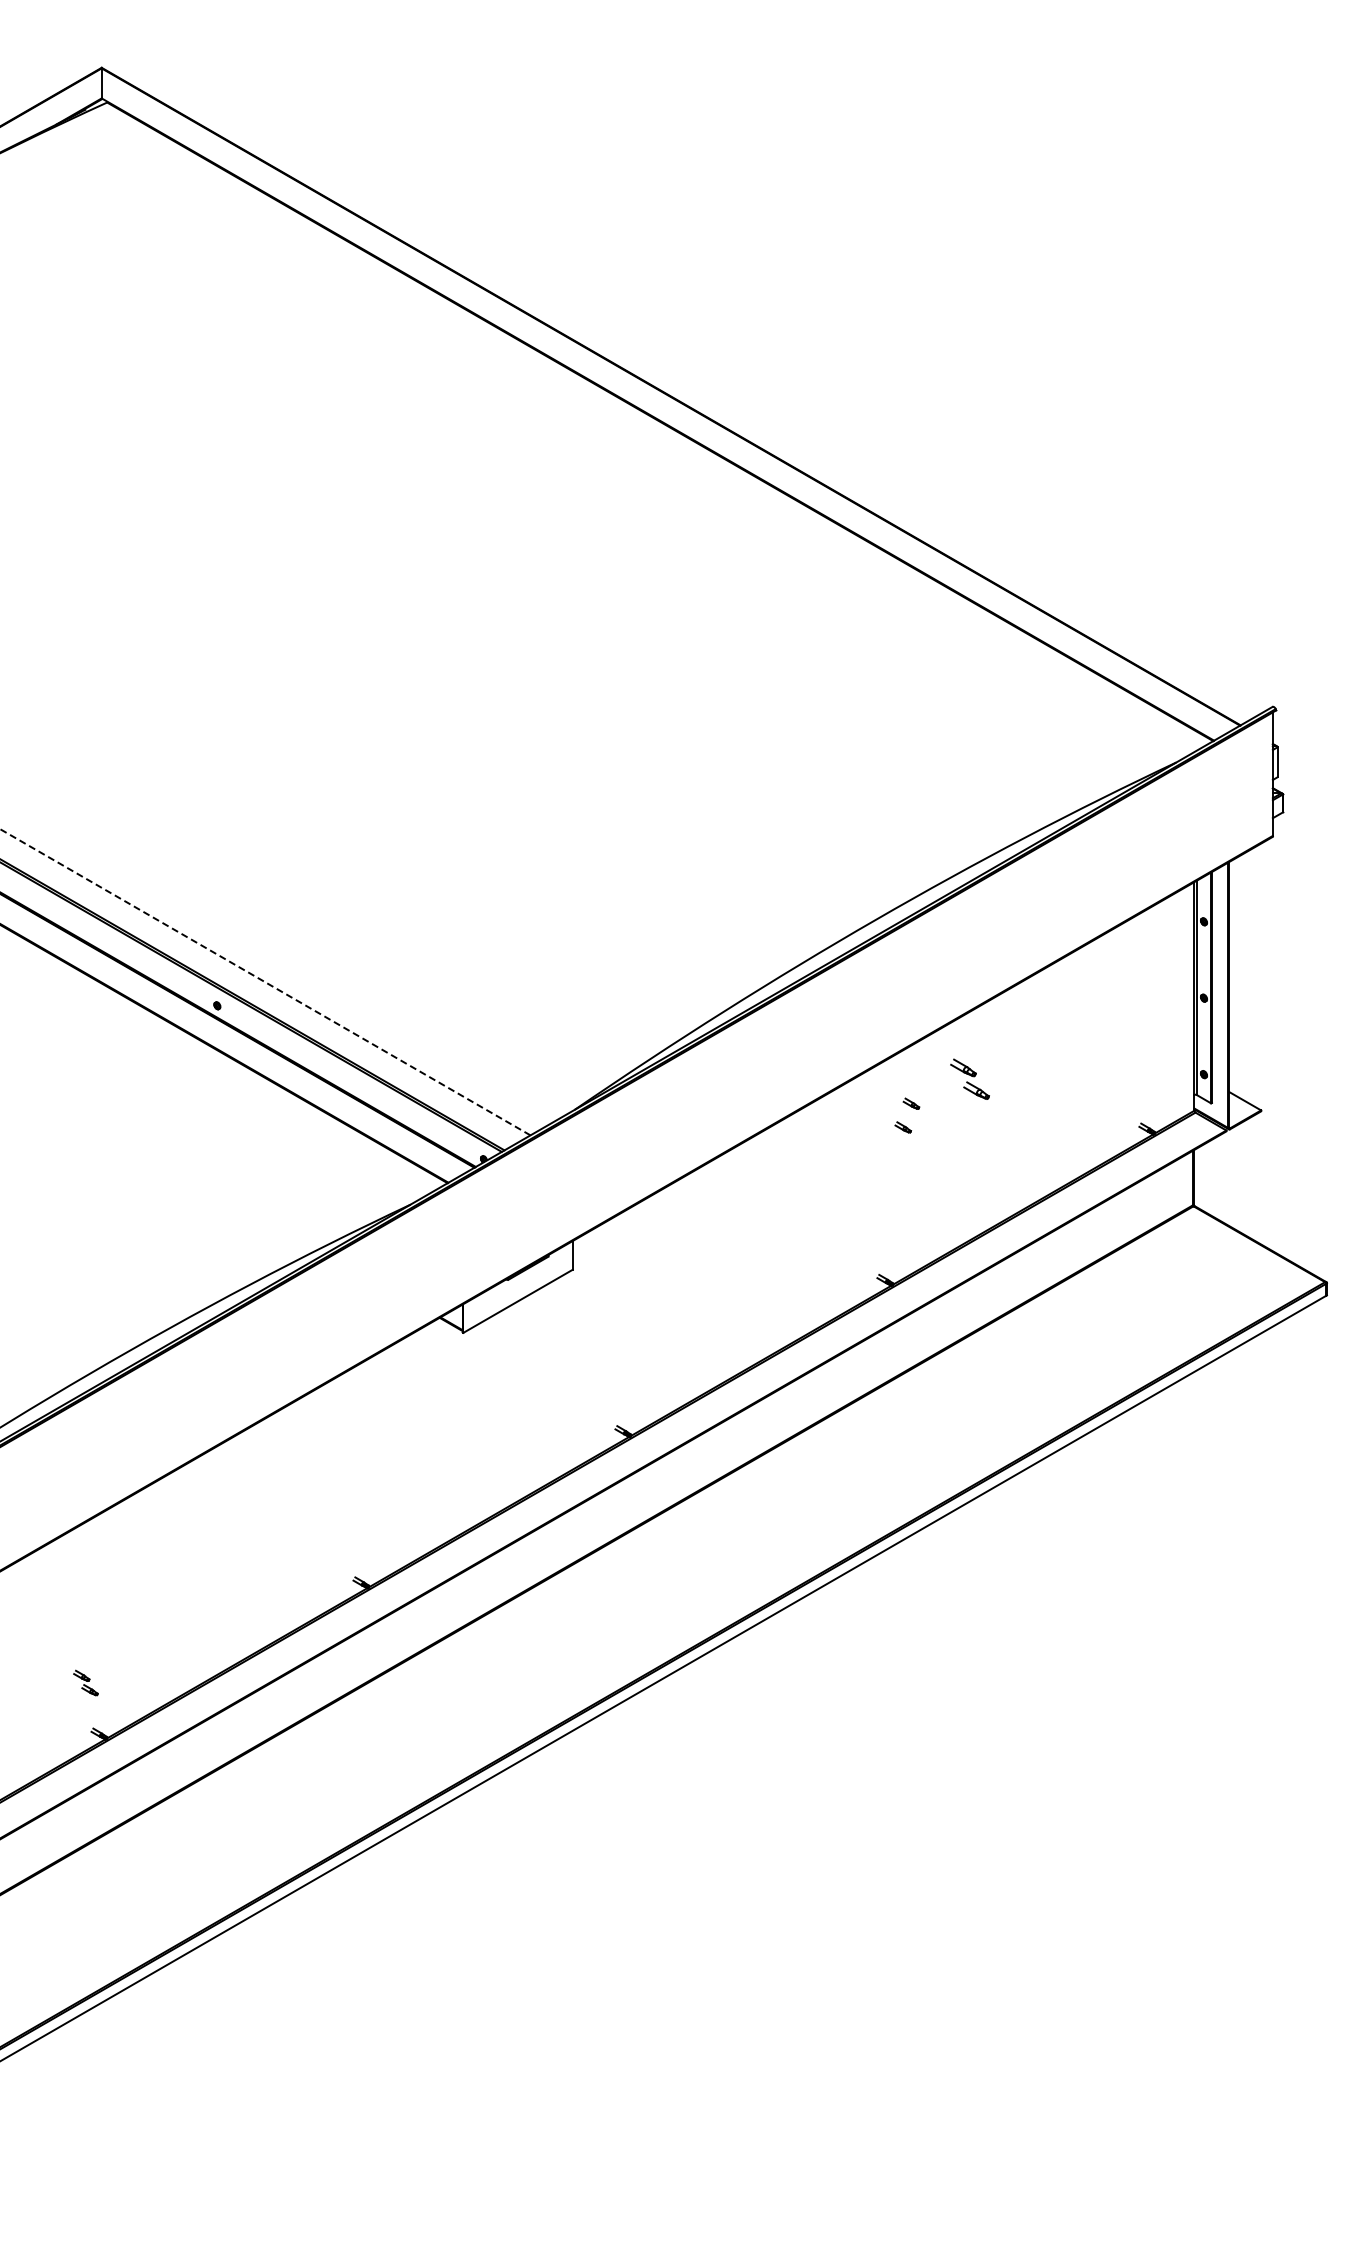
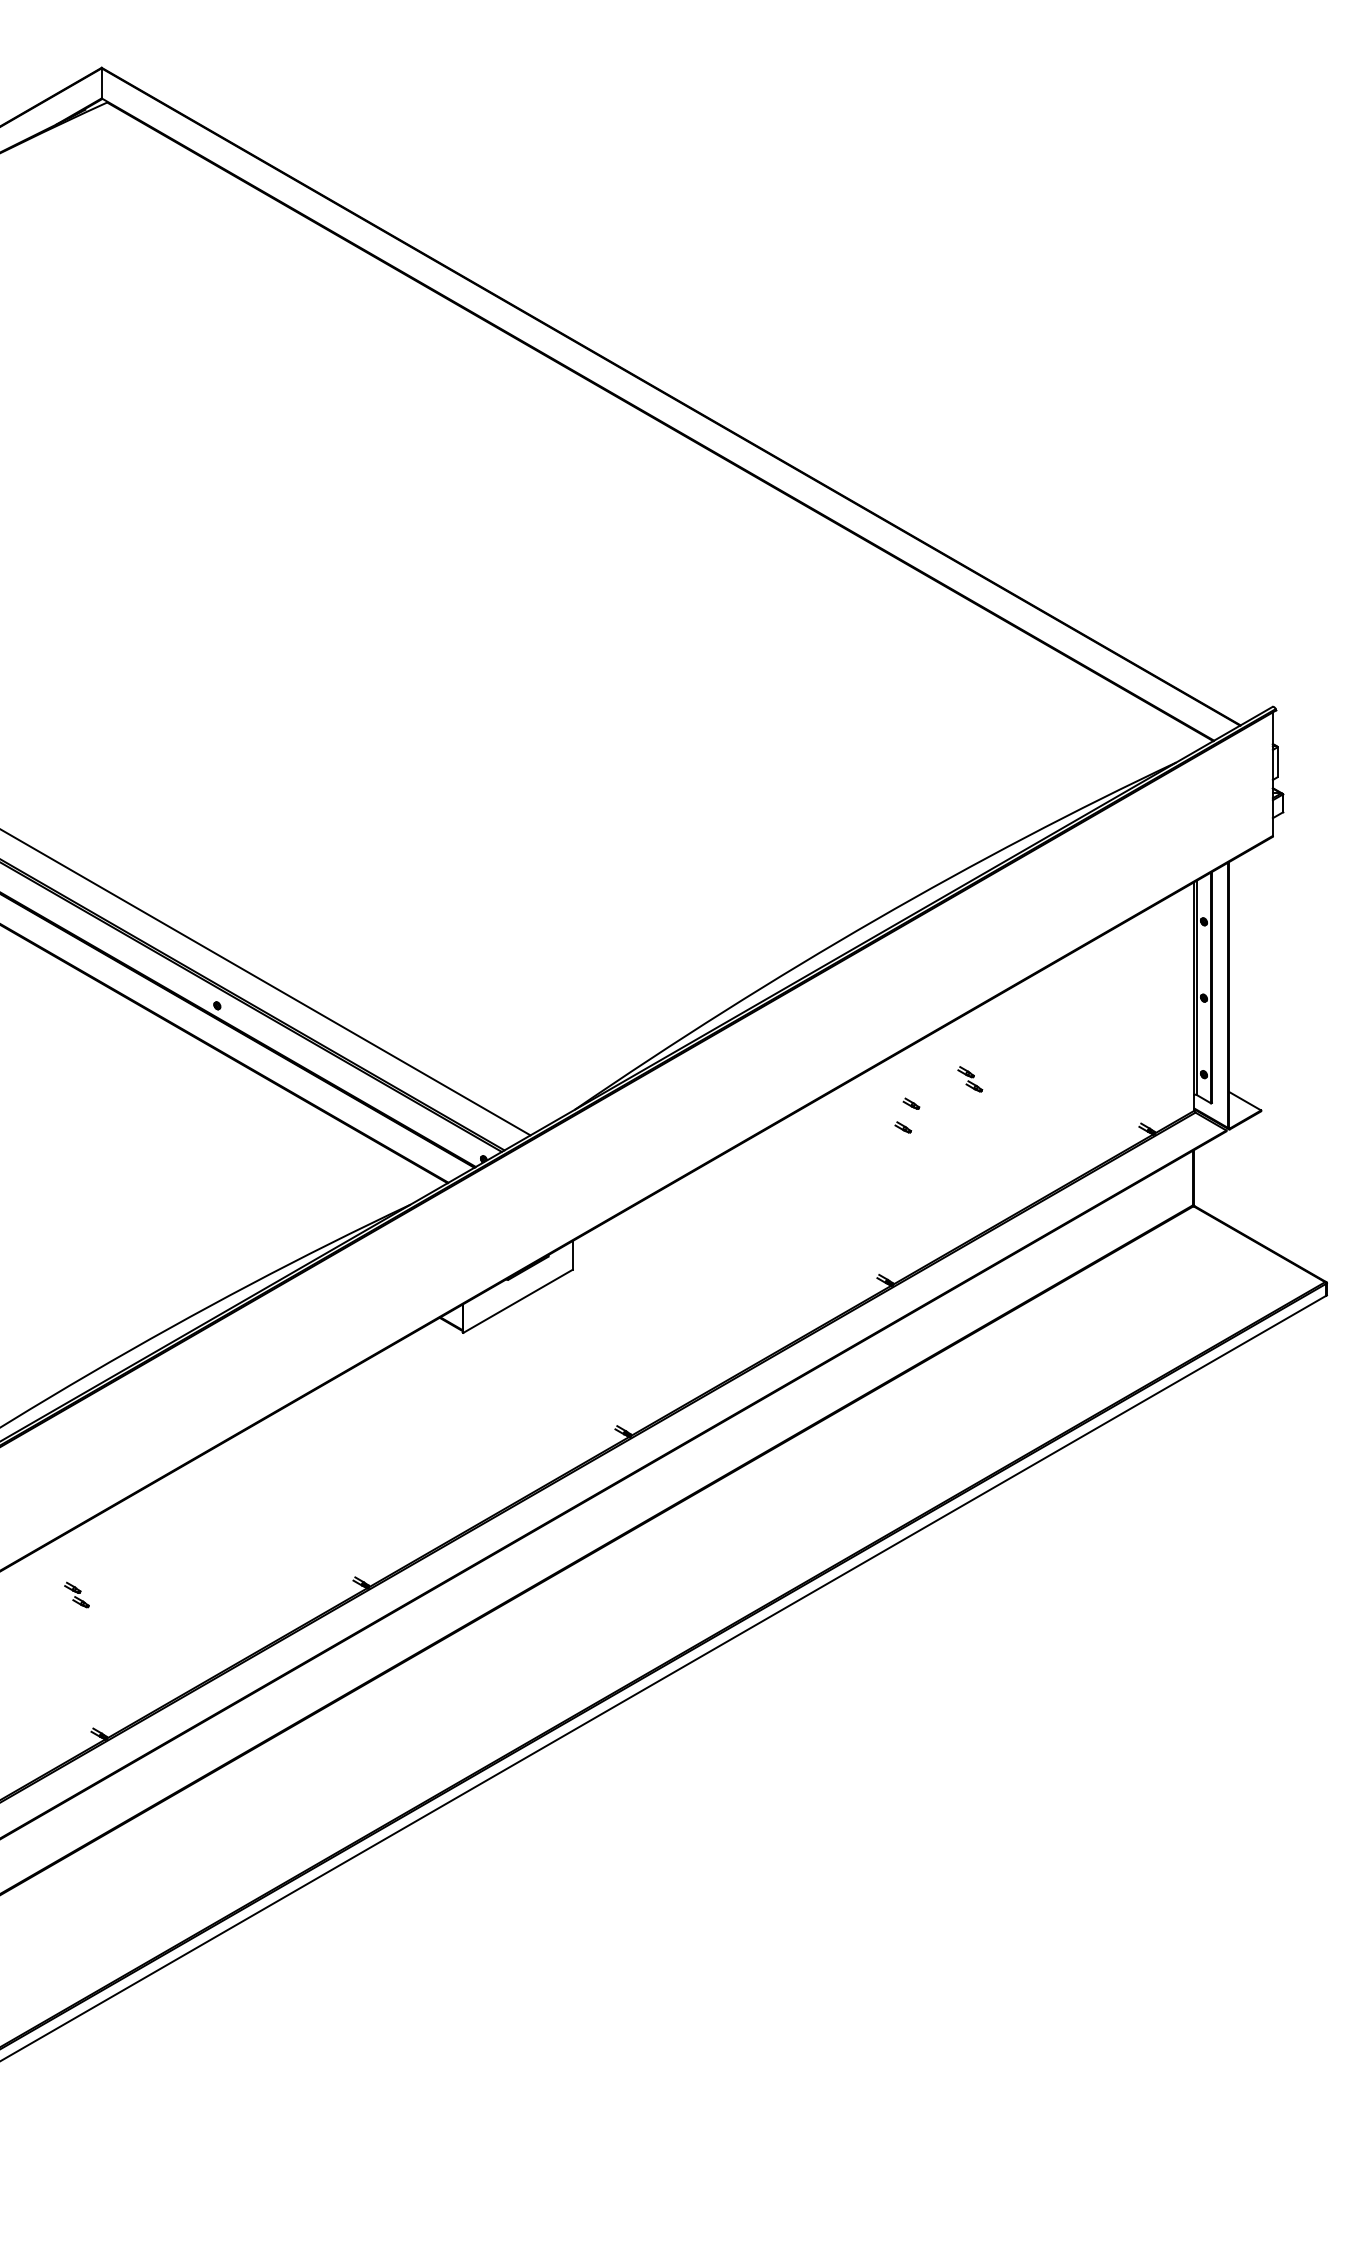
line at (265, 982): dashed -> solid
part at (969, 1078) size: 40x42 px -> 27x27 px
part at (85, 1682) position: (85, 1682) -> (76, 1594)
